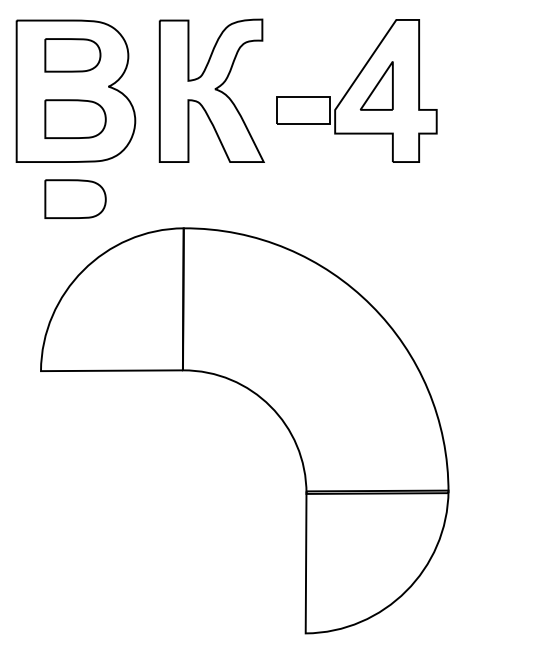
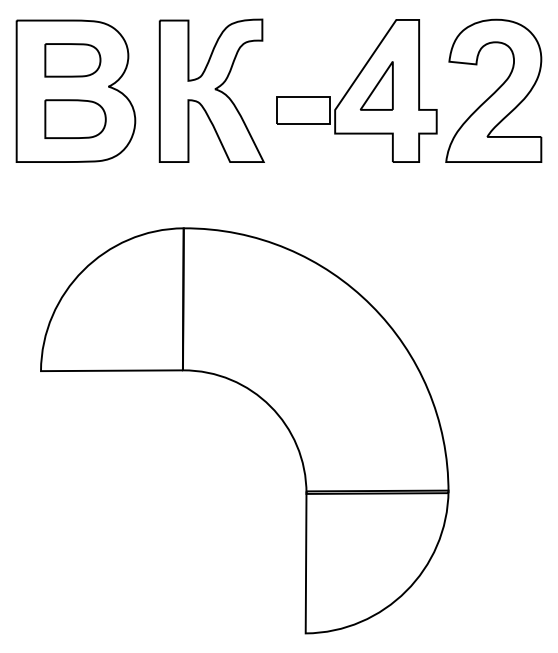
part at (72, 55) position: (72, 55) -> (72, 60)
part at (493, 90): none -> present
part at (75, 198): present -> none
